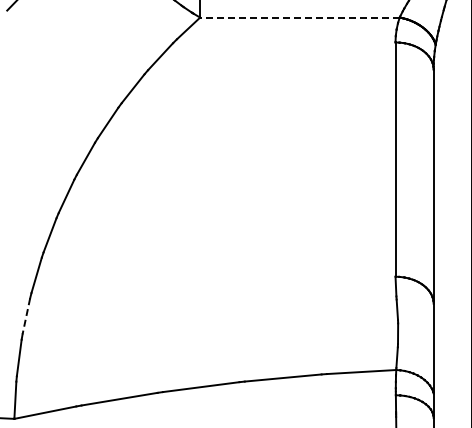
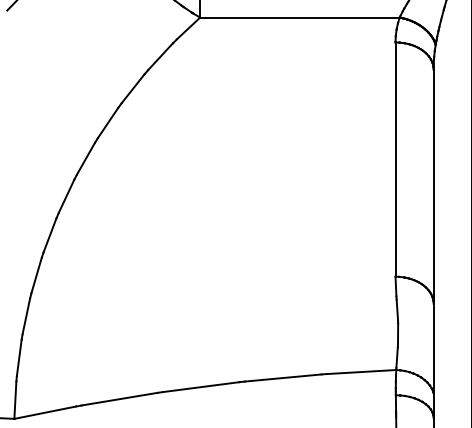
line at (299, 17): dashed -> solid
line at (26, 316): dashed -> solid
